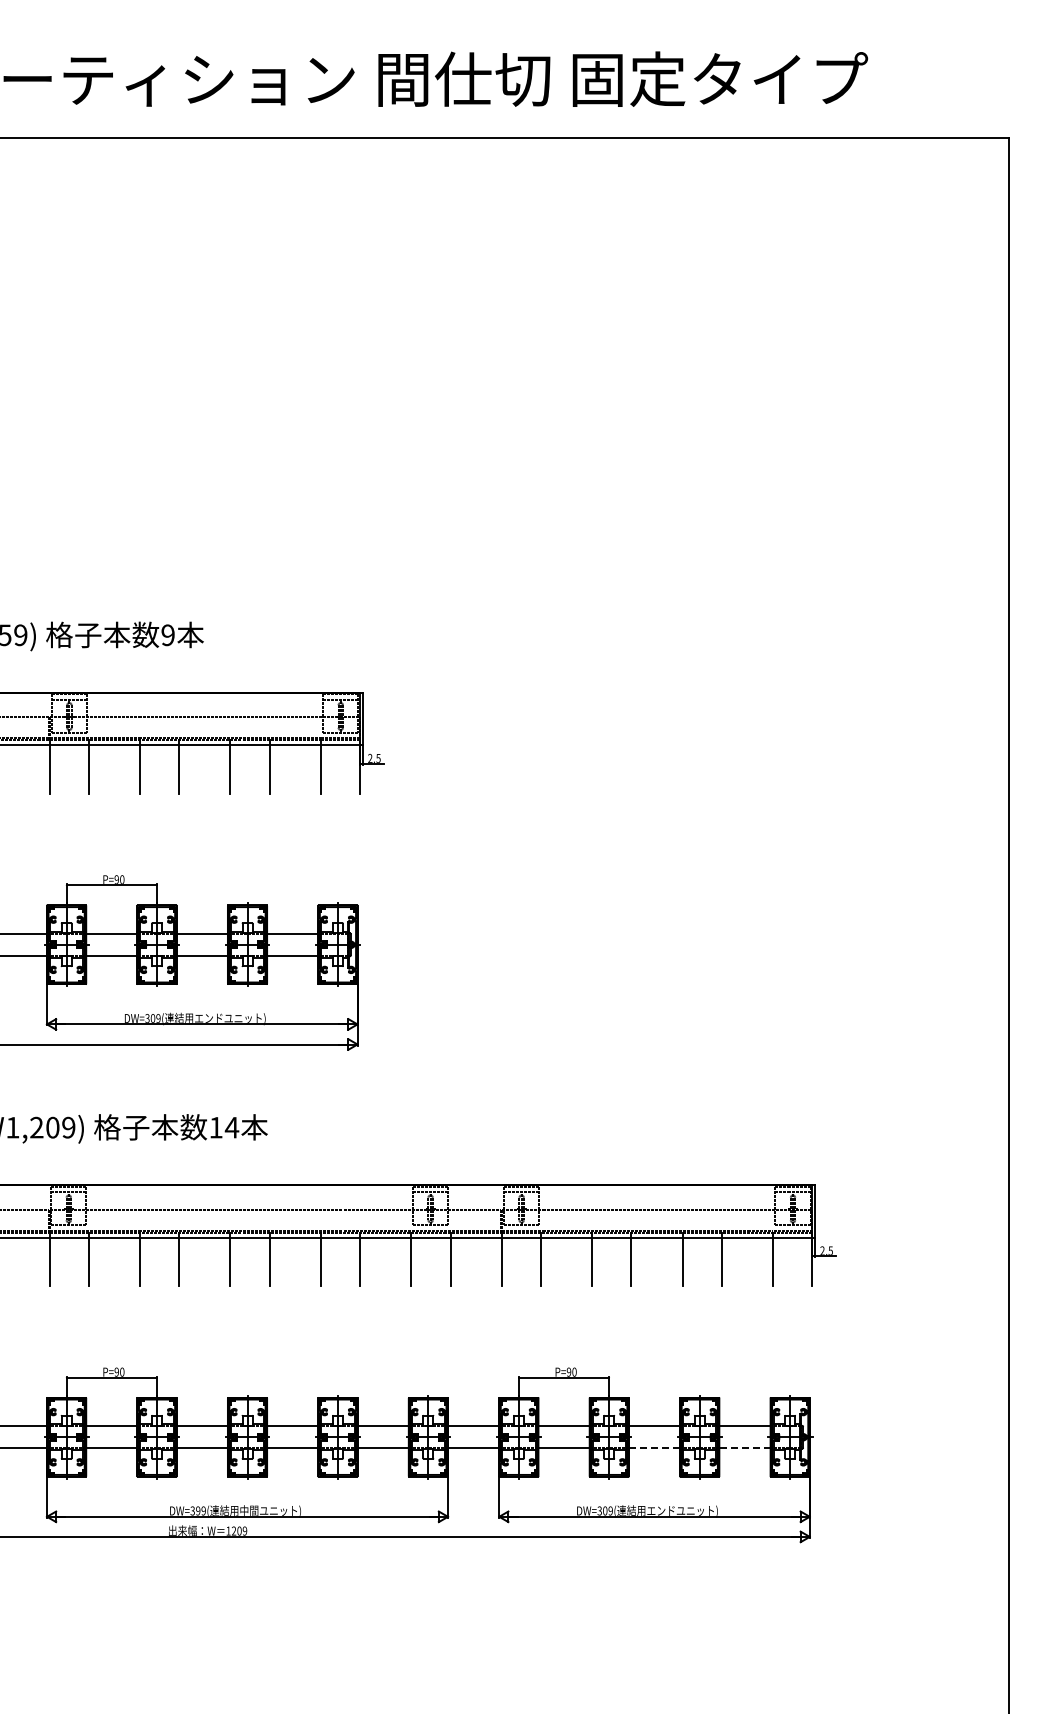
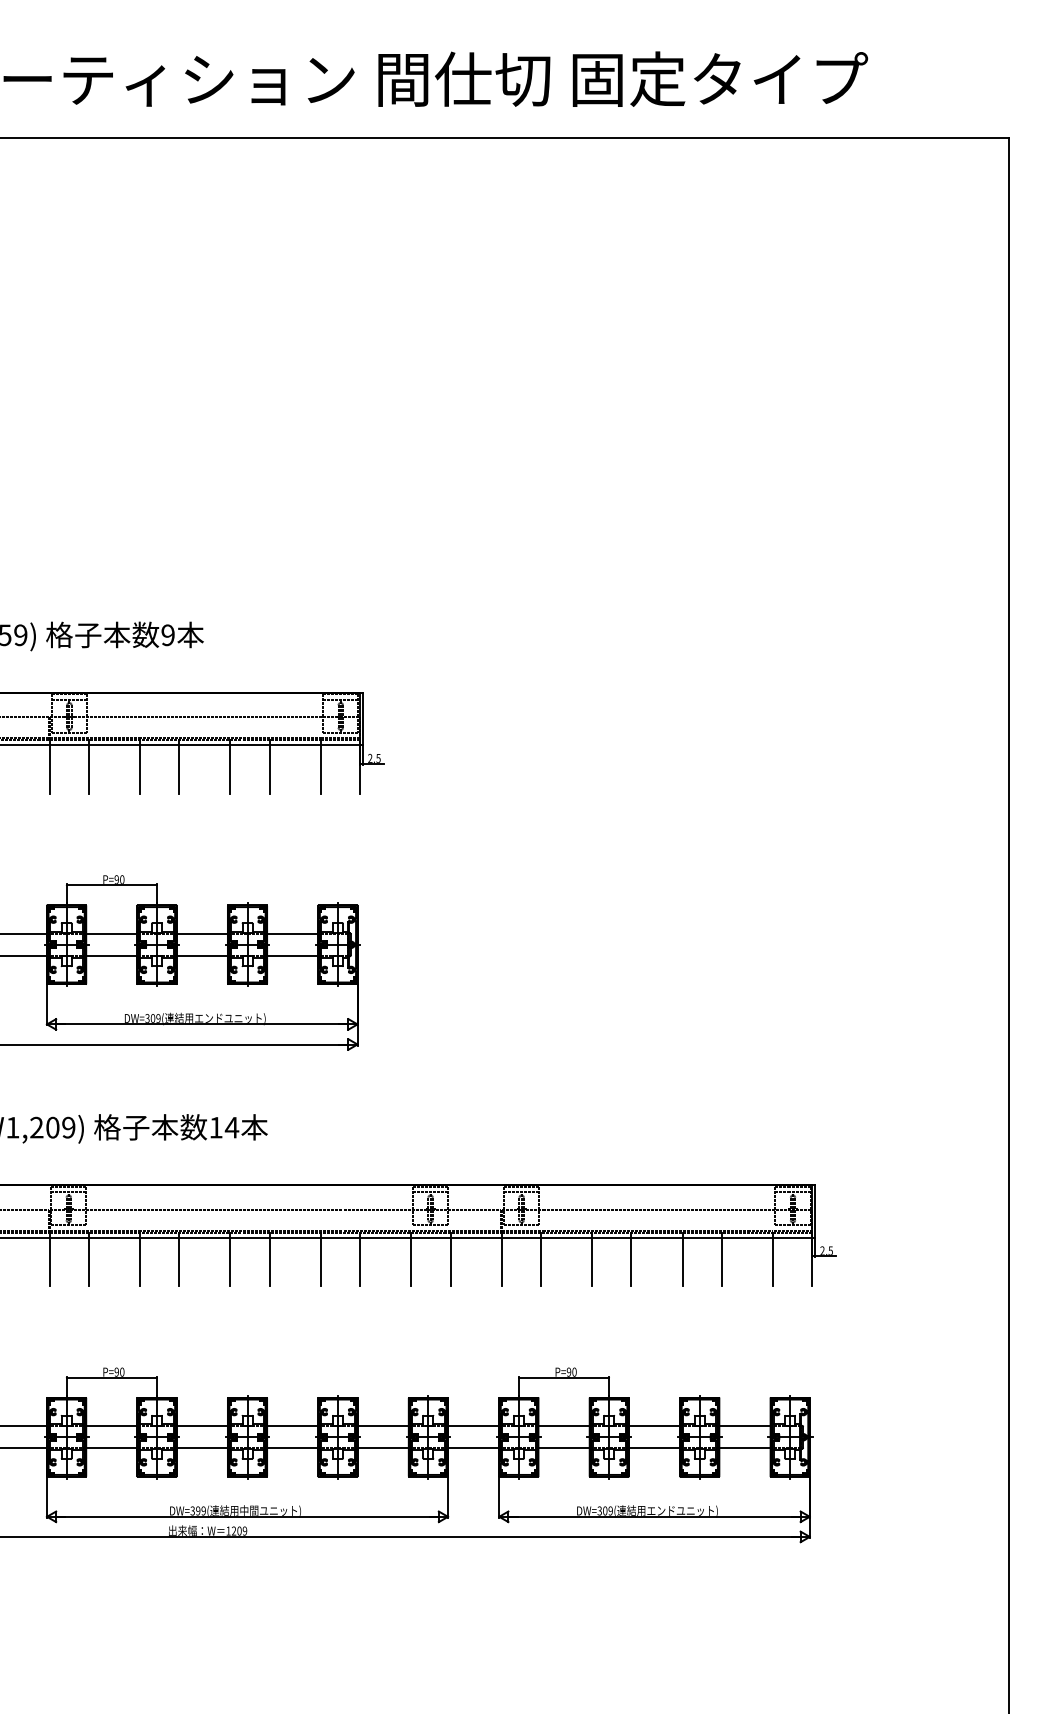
line at (654, 1448): dashed -> solid
line at (744, 1448): dashed -> solid
